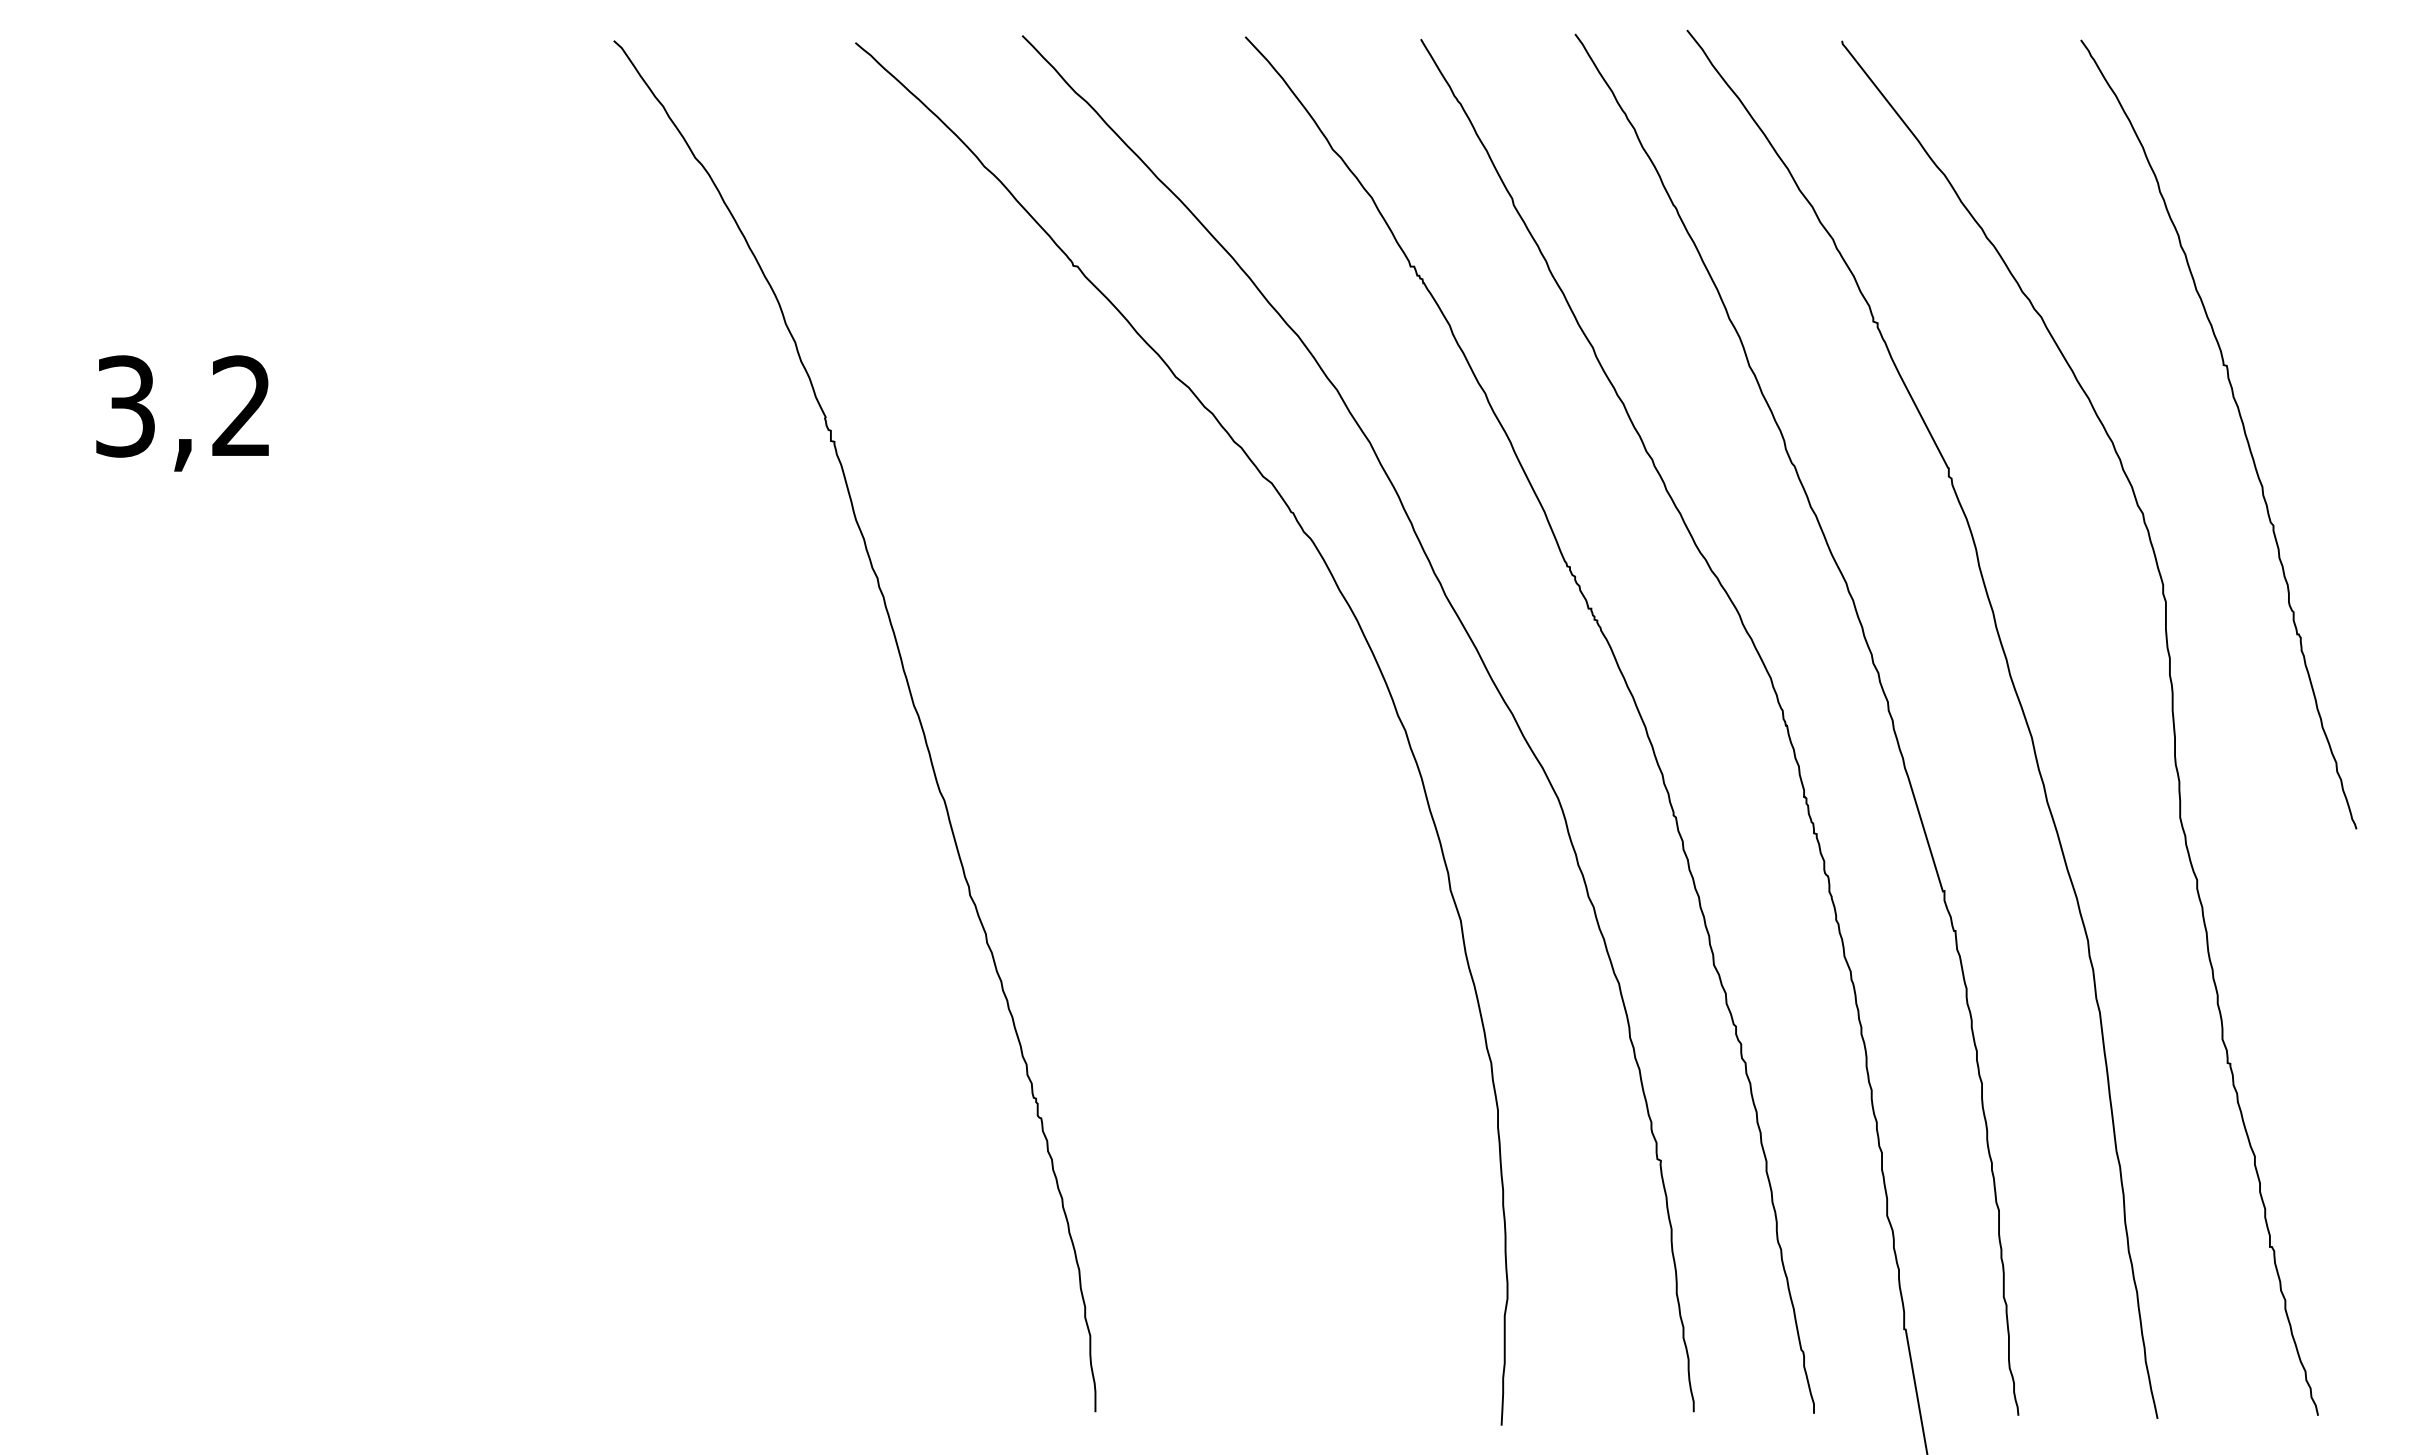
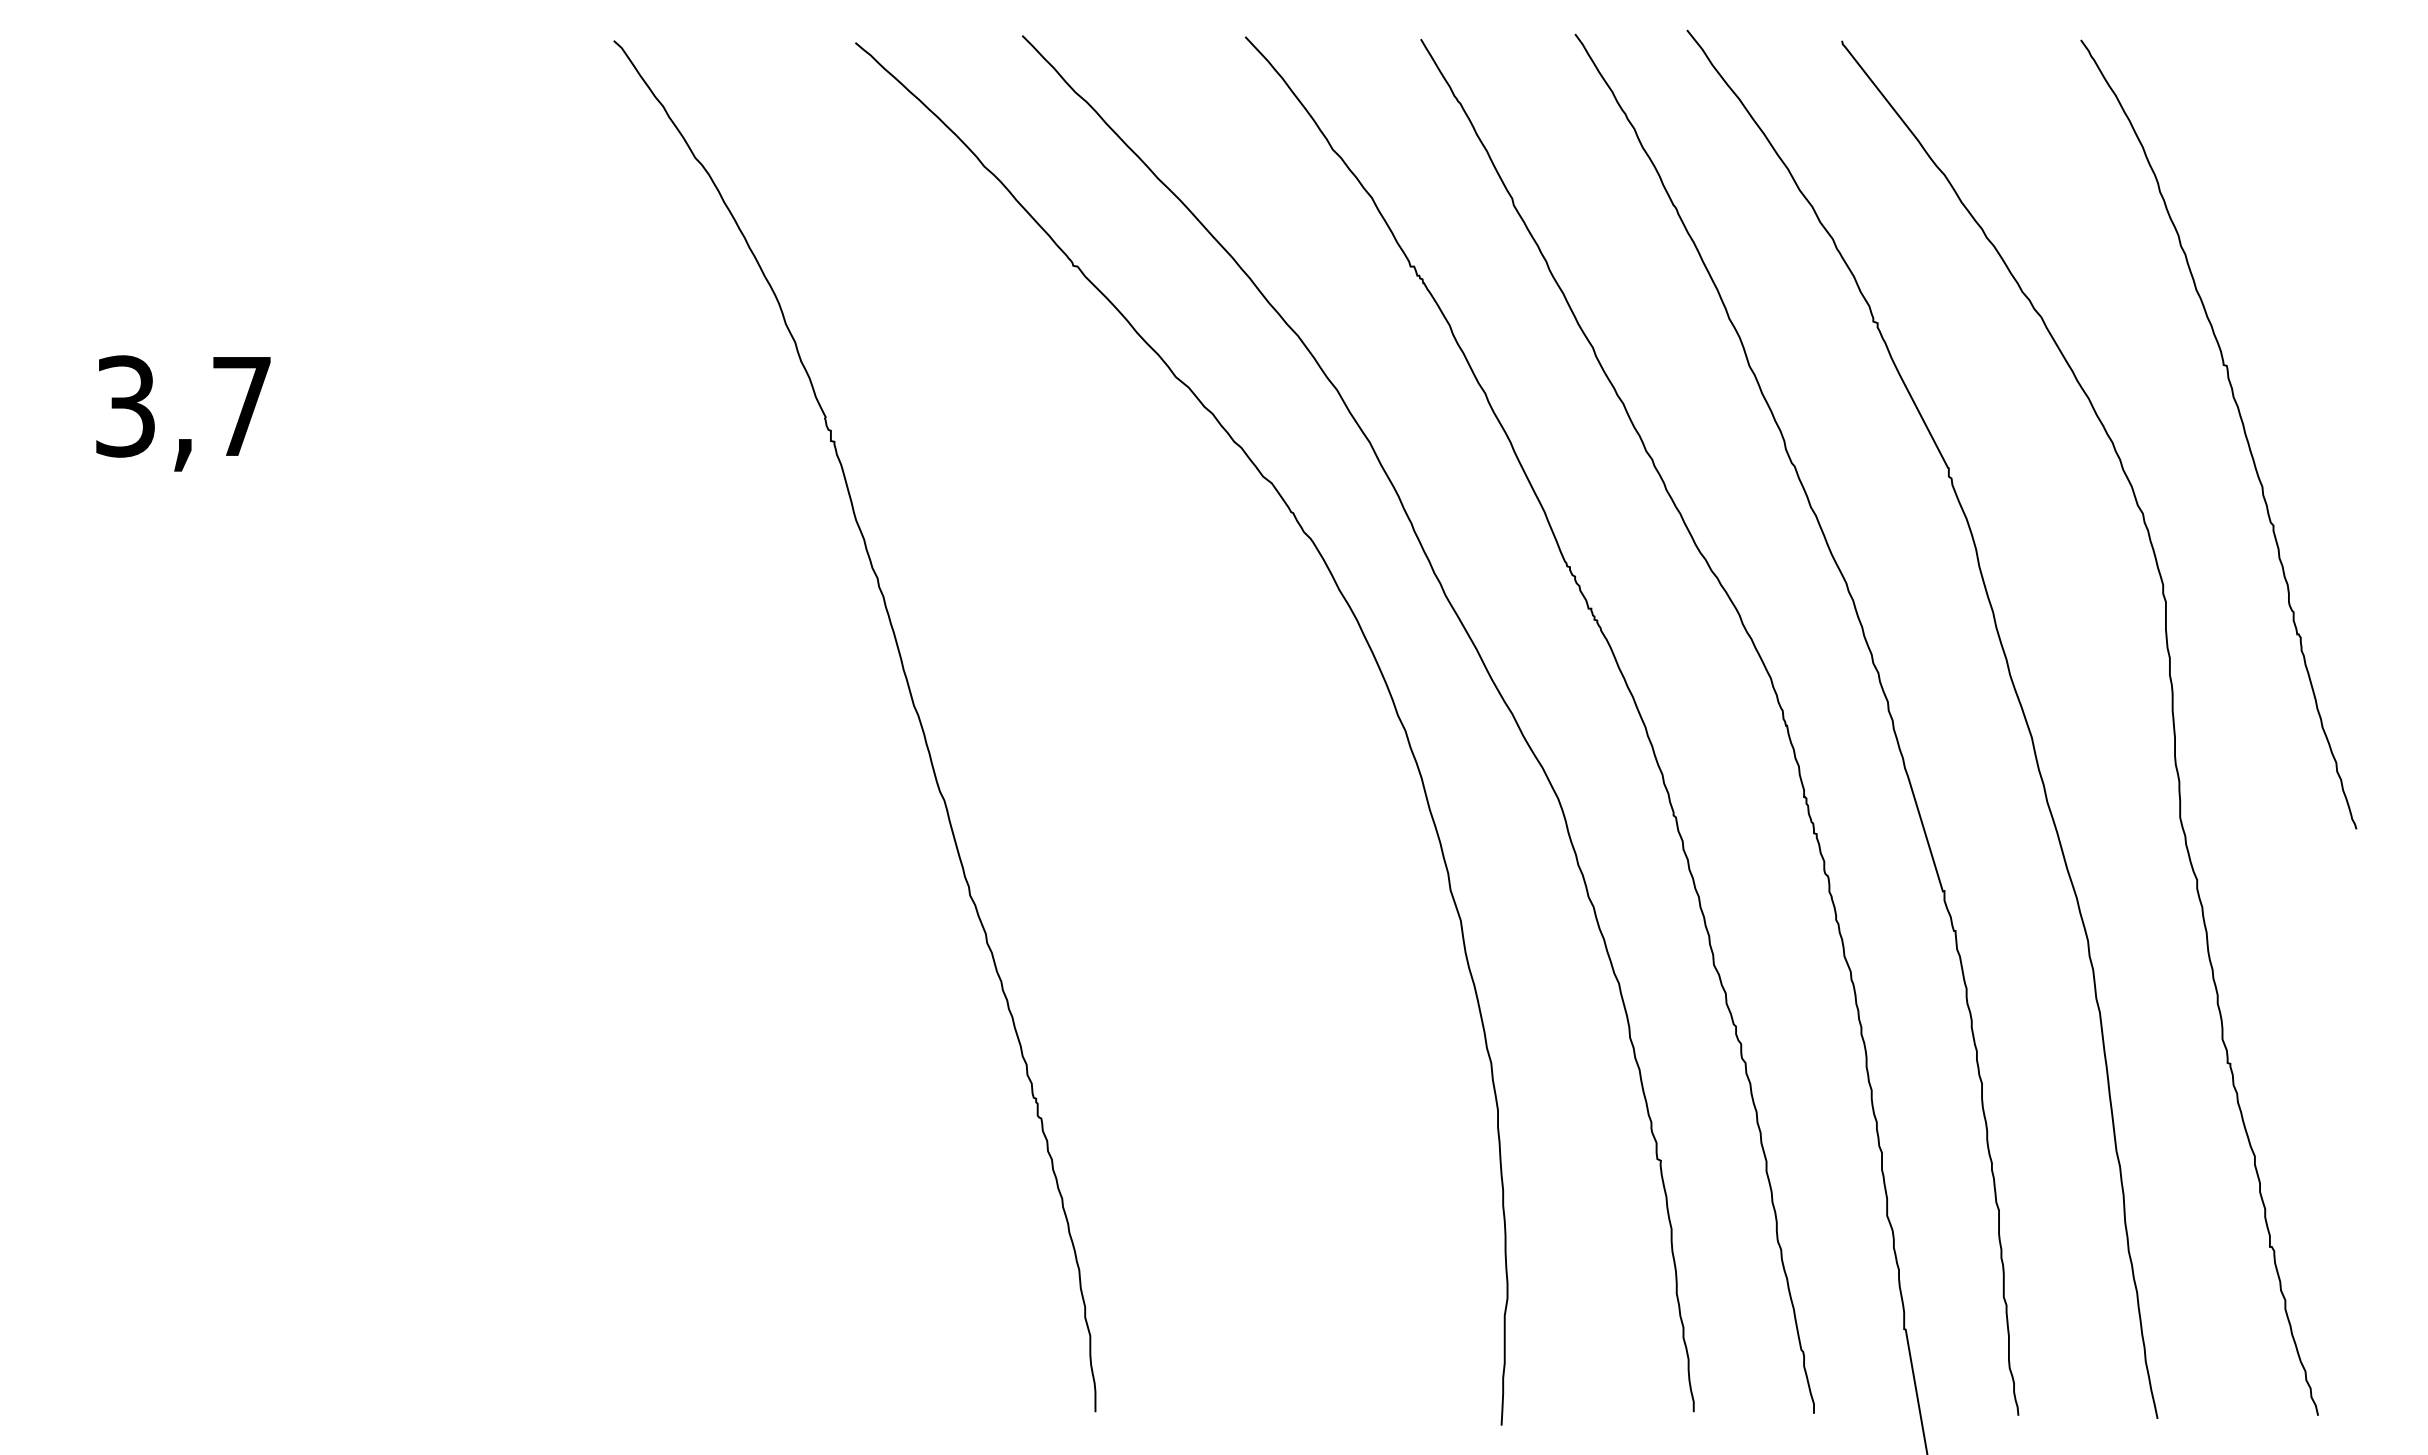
text at (241, 405): 3,2 -> 3,7
